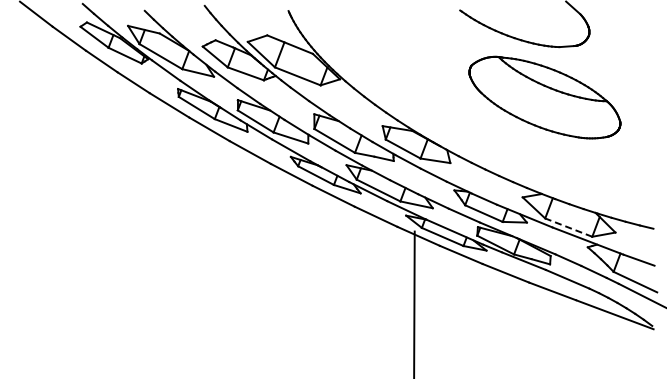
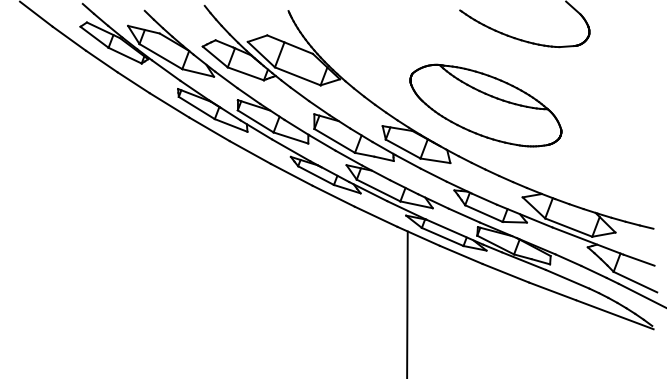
part at (544, 97) position: (544, 97) -> (485, 105)
line at (568, 227): dashed -> solid
line at (414, 303) position: (414, 303) -> (407, 303)
